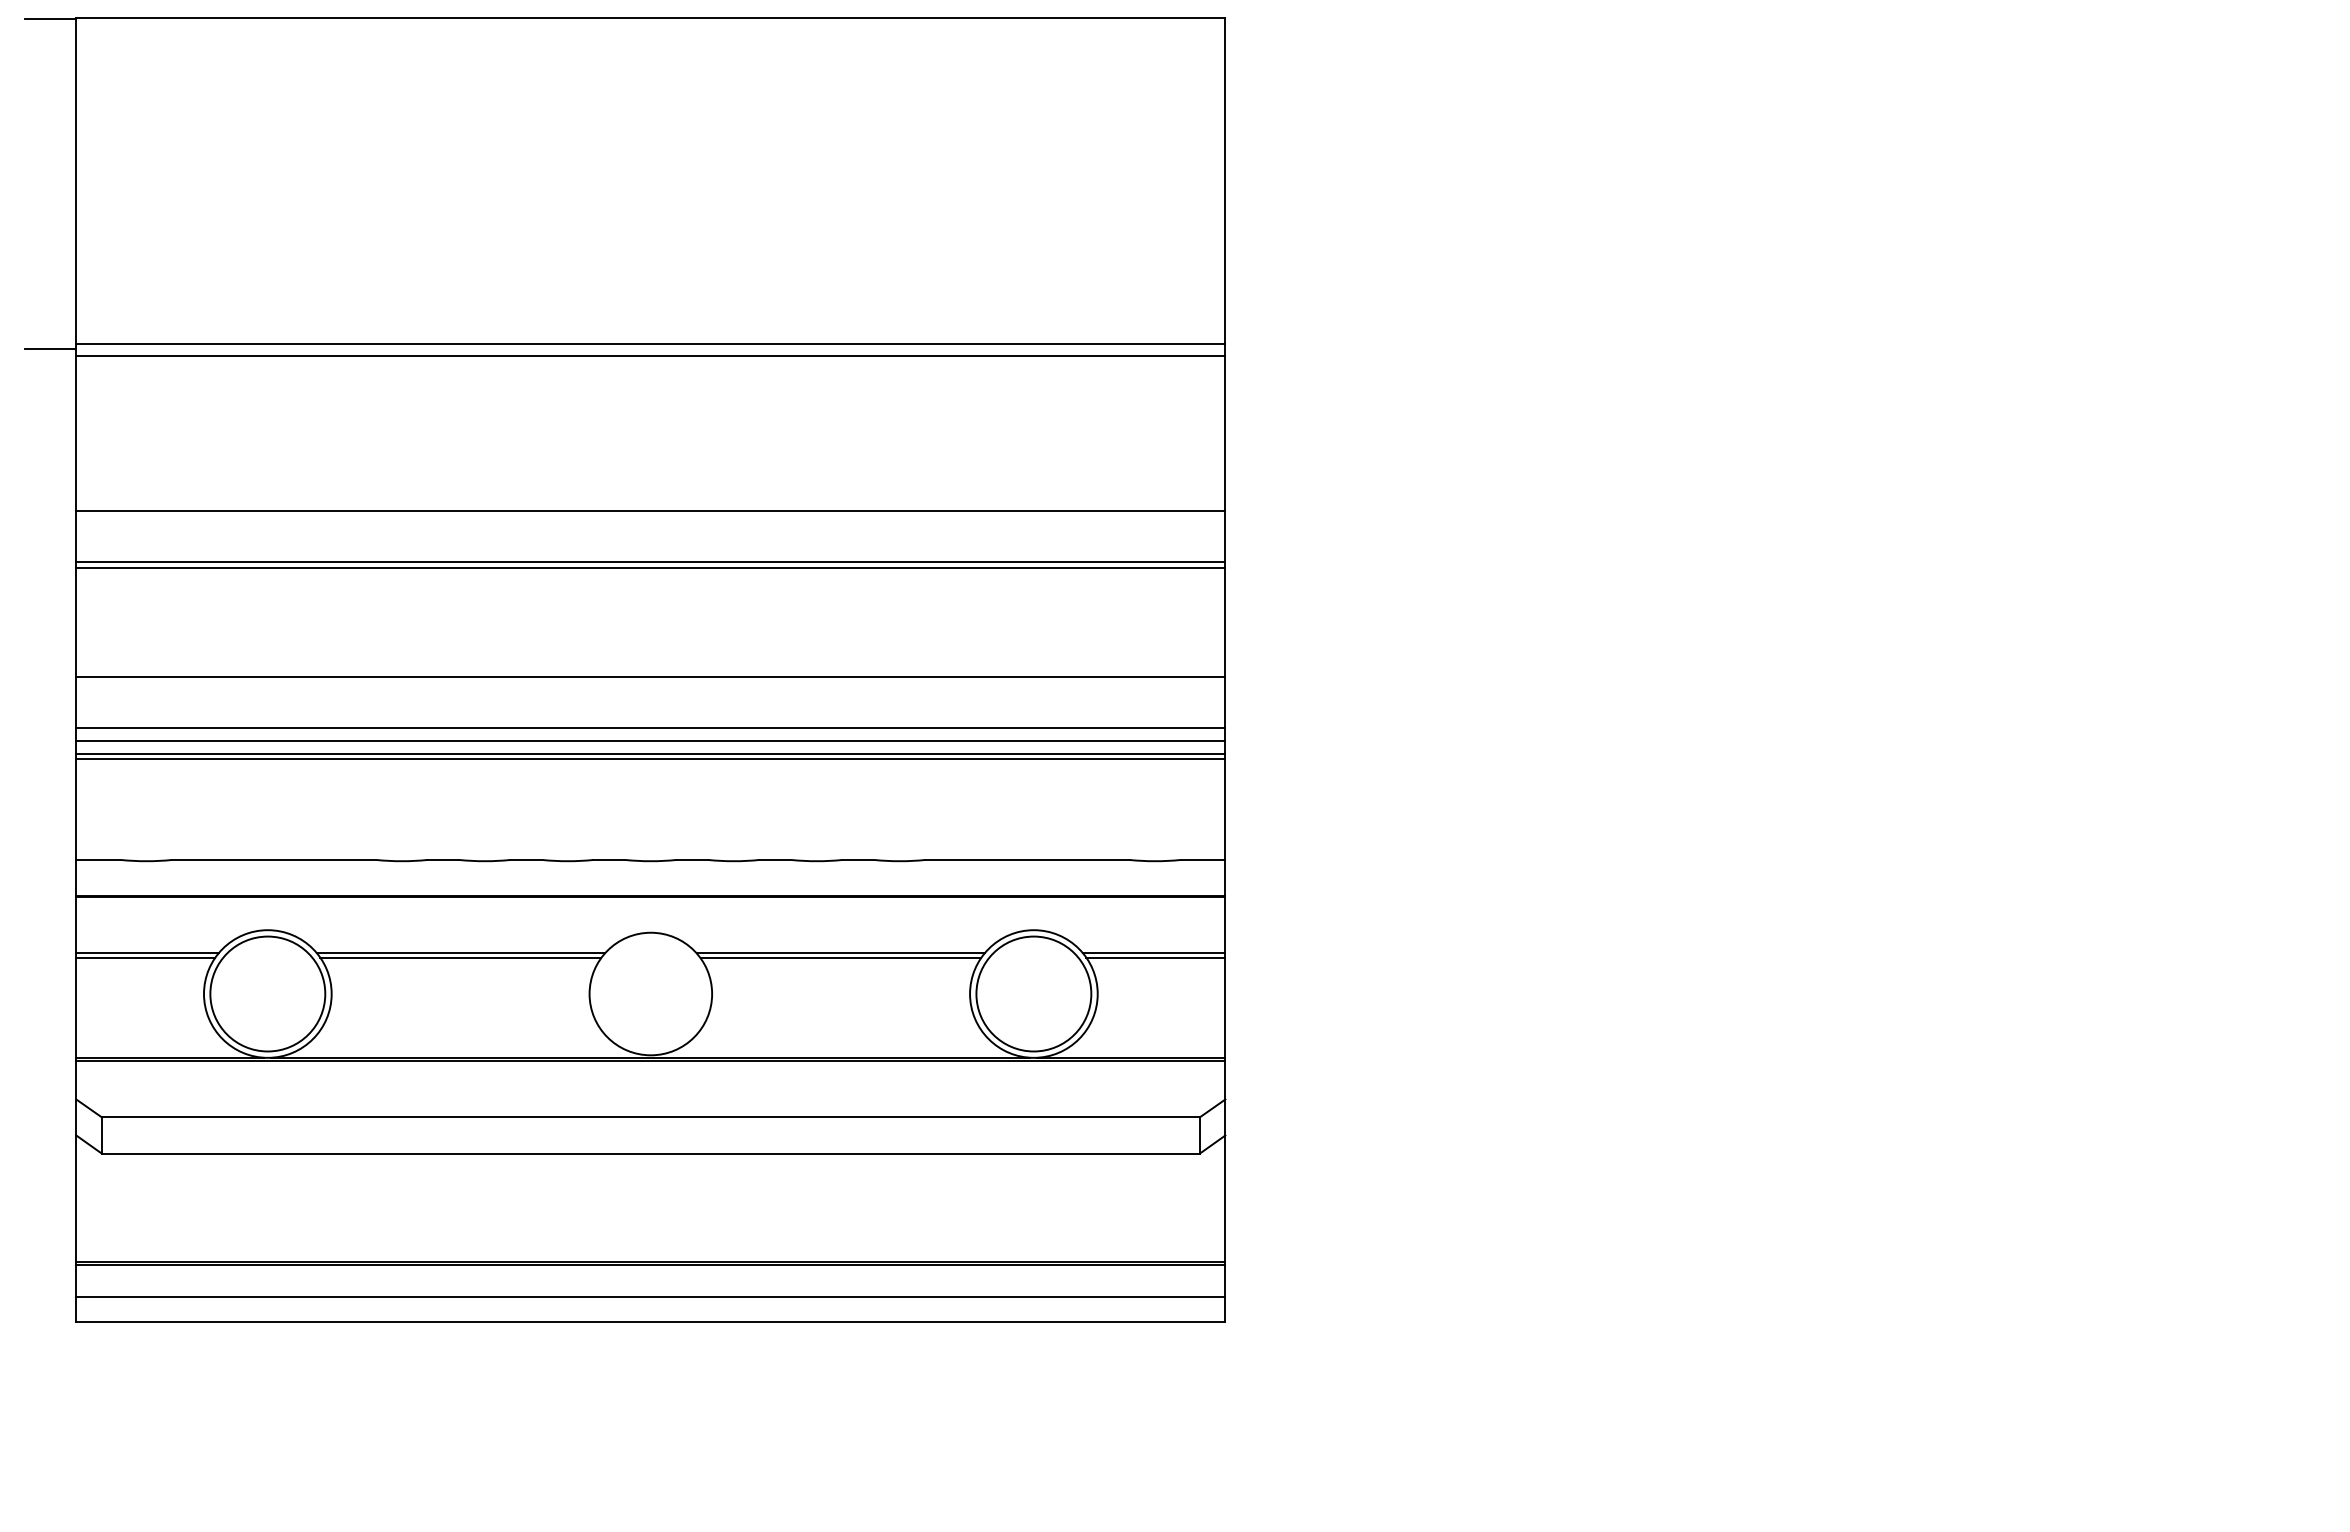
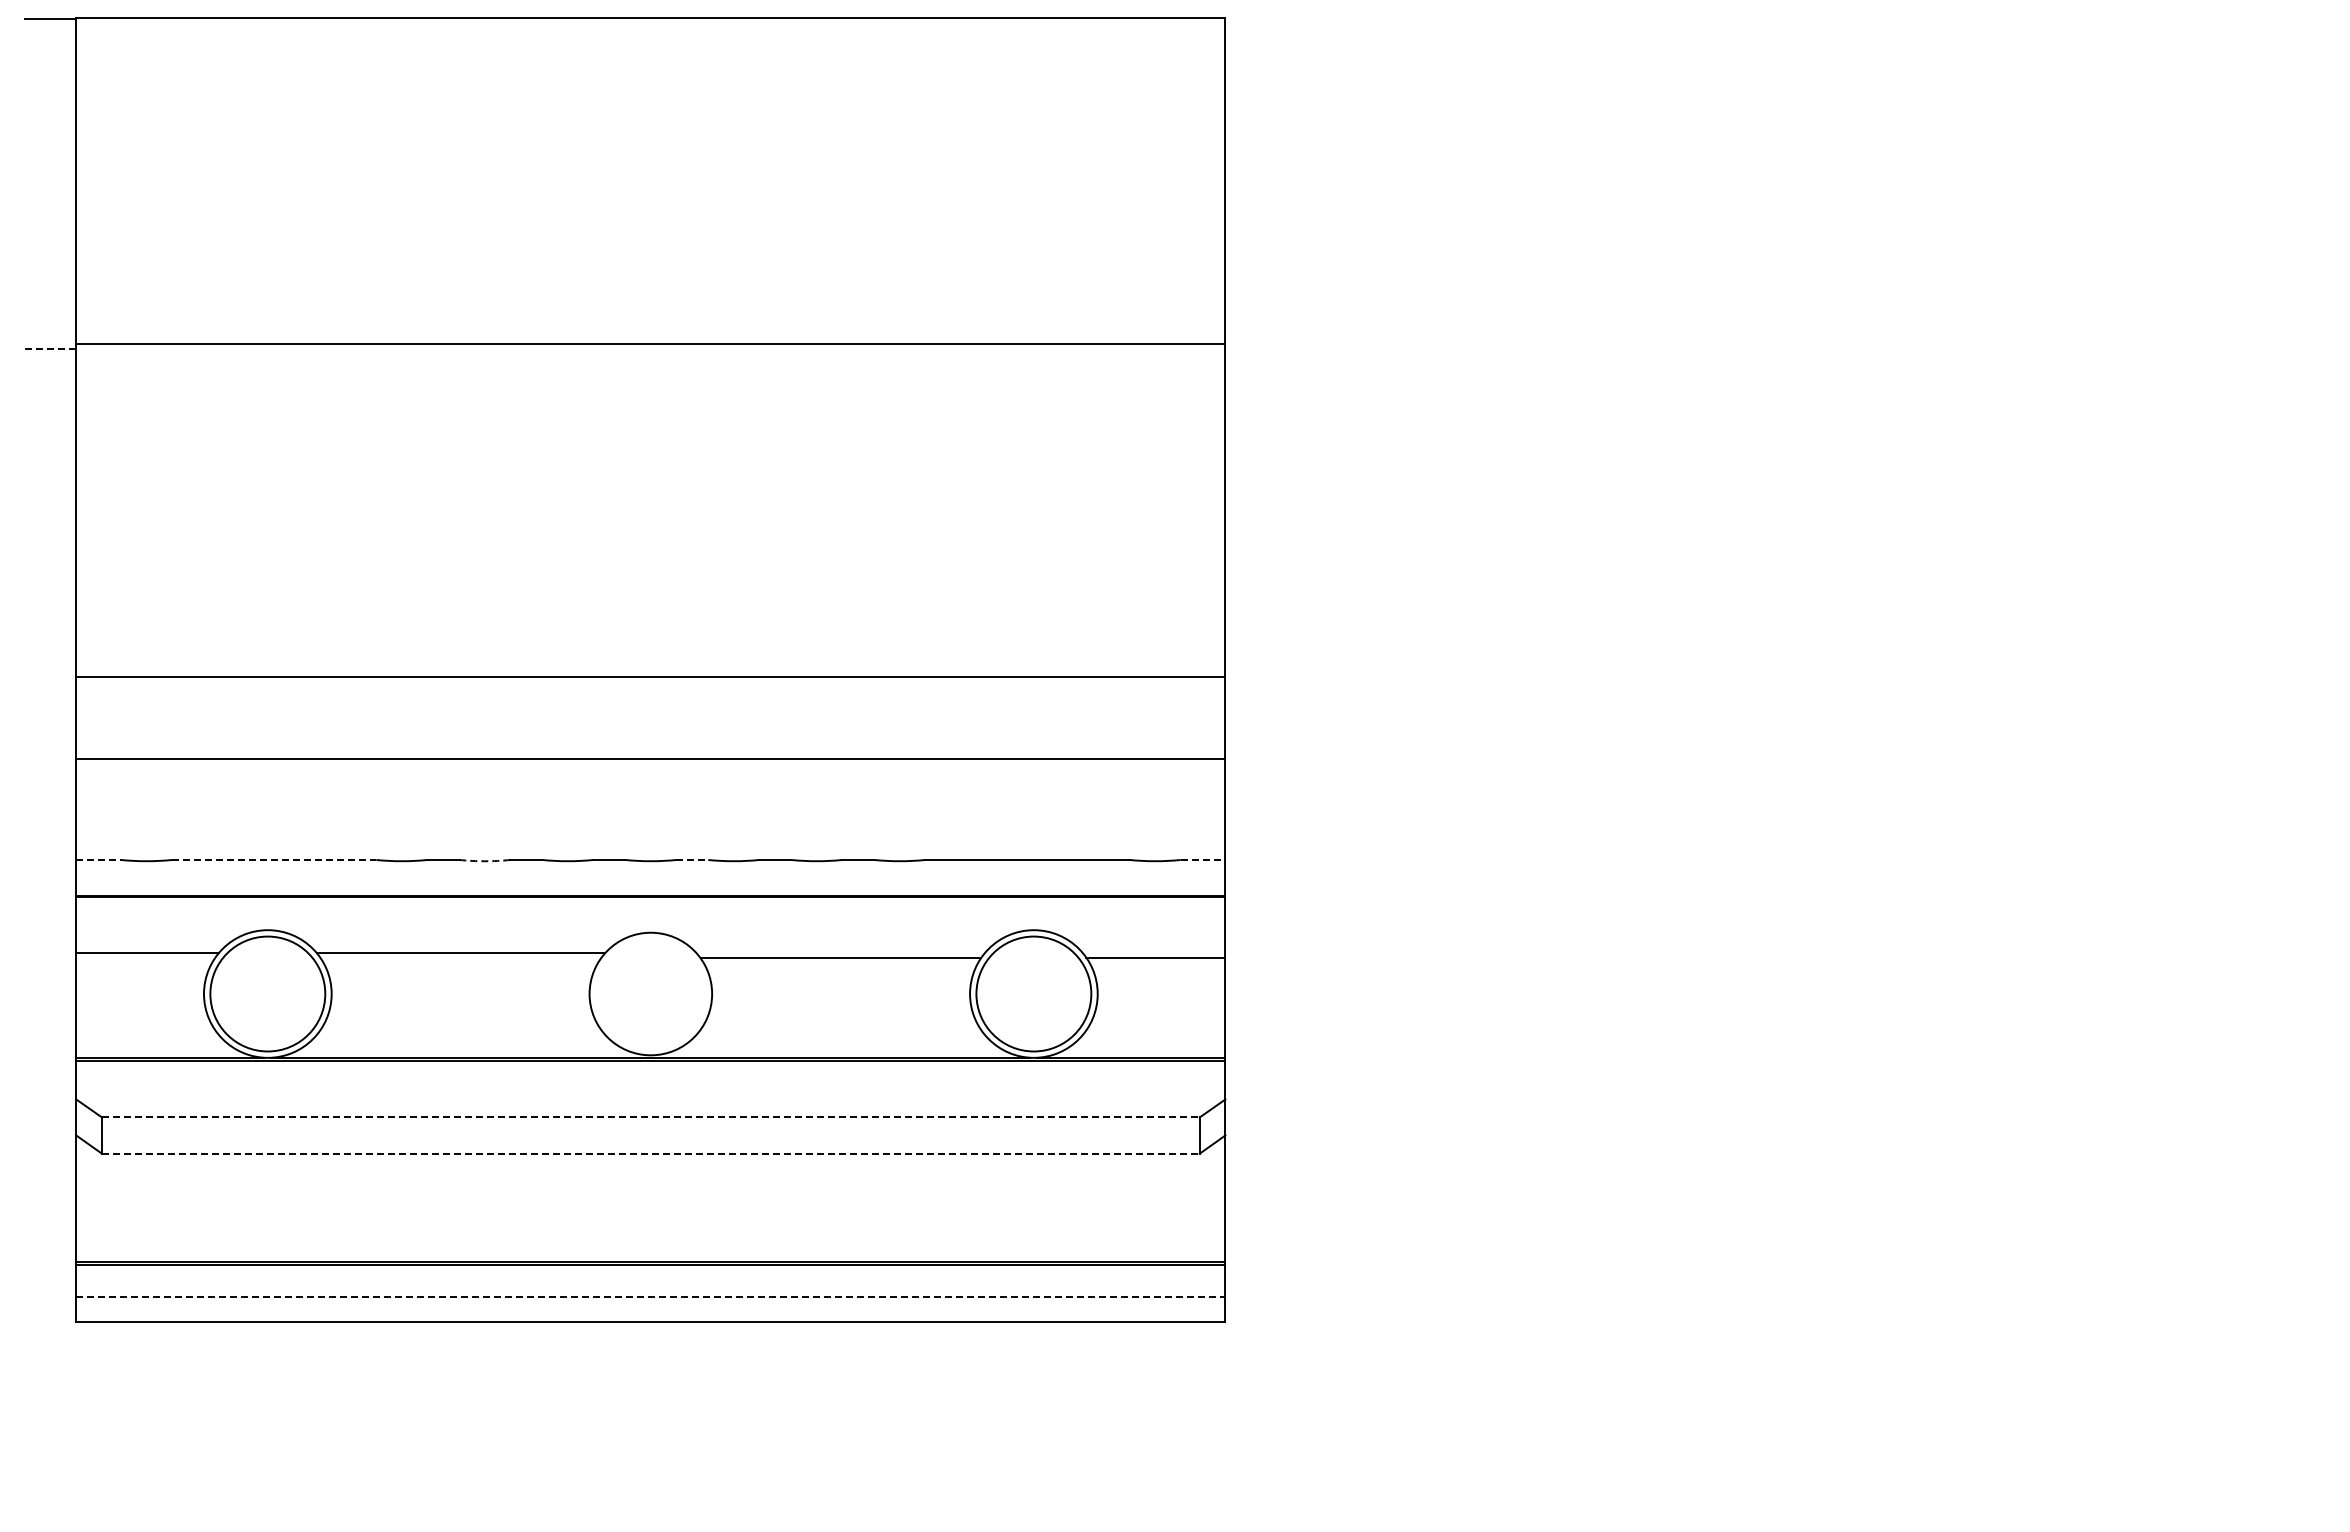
line at (50, 348): solid -> dashed
line at (650, 355): present -> none
line at (650, 511): present -> none
line at (650, 562): present -> none
line at (650, 567): present -> none
line at (650, 728): present -> none
line at (650, 741): present -> none
line at (650, 754): present -> none
line at (99, 859): solid -> dashed
line at (274, 859): solid -> dashed
line at (692, 859): solid -> dashed
line at (1203, 859): solid -> dashed
arc at (484, 861): solid -> dashed
line at (840, 953): present -> none
line at (1153, 953): present -> none
line at (145, 958): present -> none
line at (460, 958): present -> none
line at (650, 1117): solid -> dashed
line at (650, 1153): solid -> dashed
line at (650, 1296): solid -> dashed
